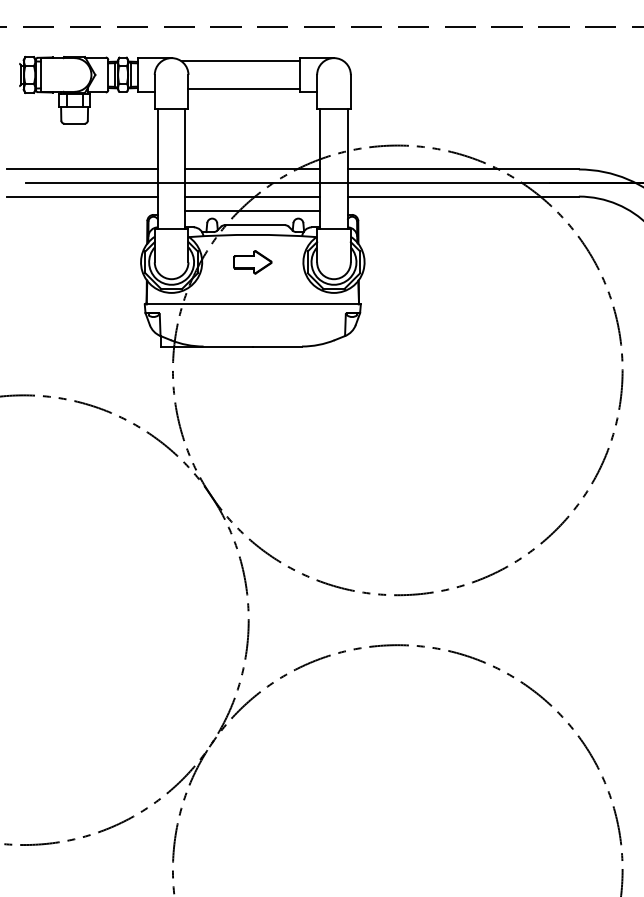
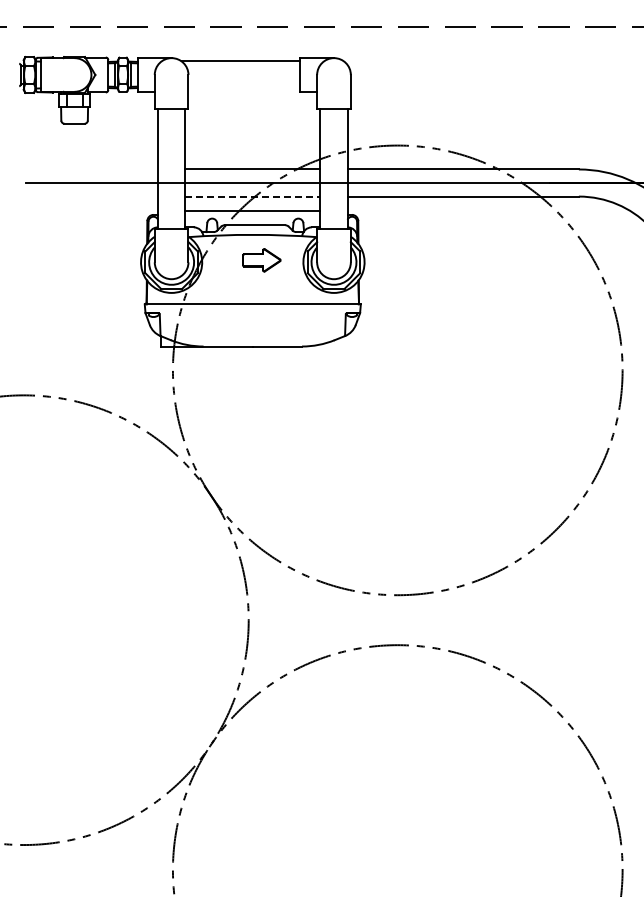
line at (244, 88): present -> none
line at (82, 169): present -> none
line at (82, 196): present -> none
line at (252, 196): solid -> dashed
part at (252, 262) position: (252, 262) -> (261, 260)
